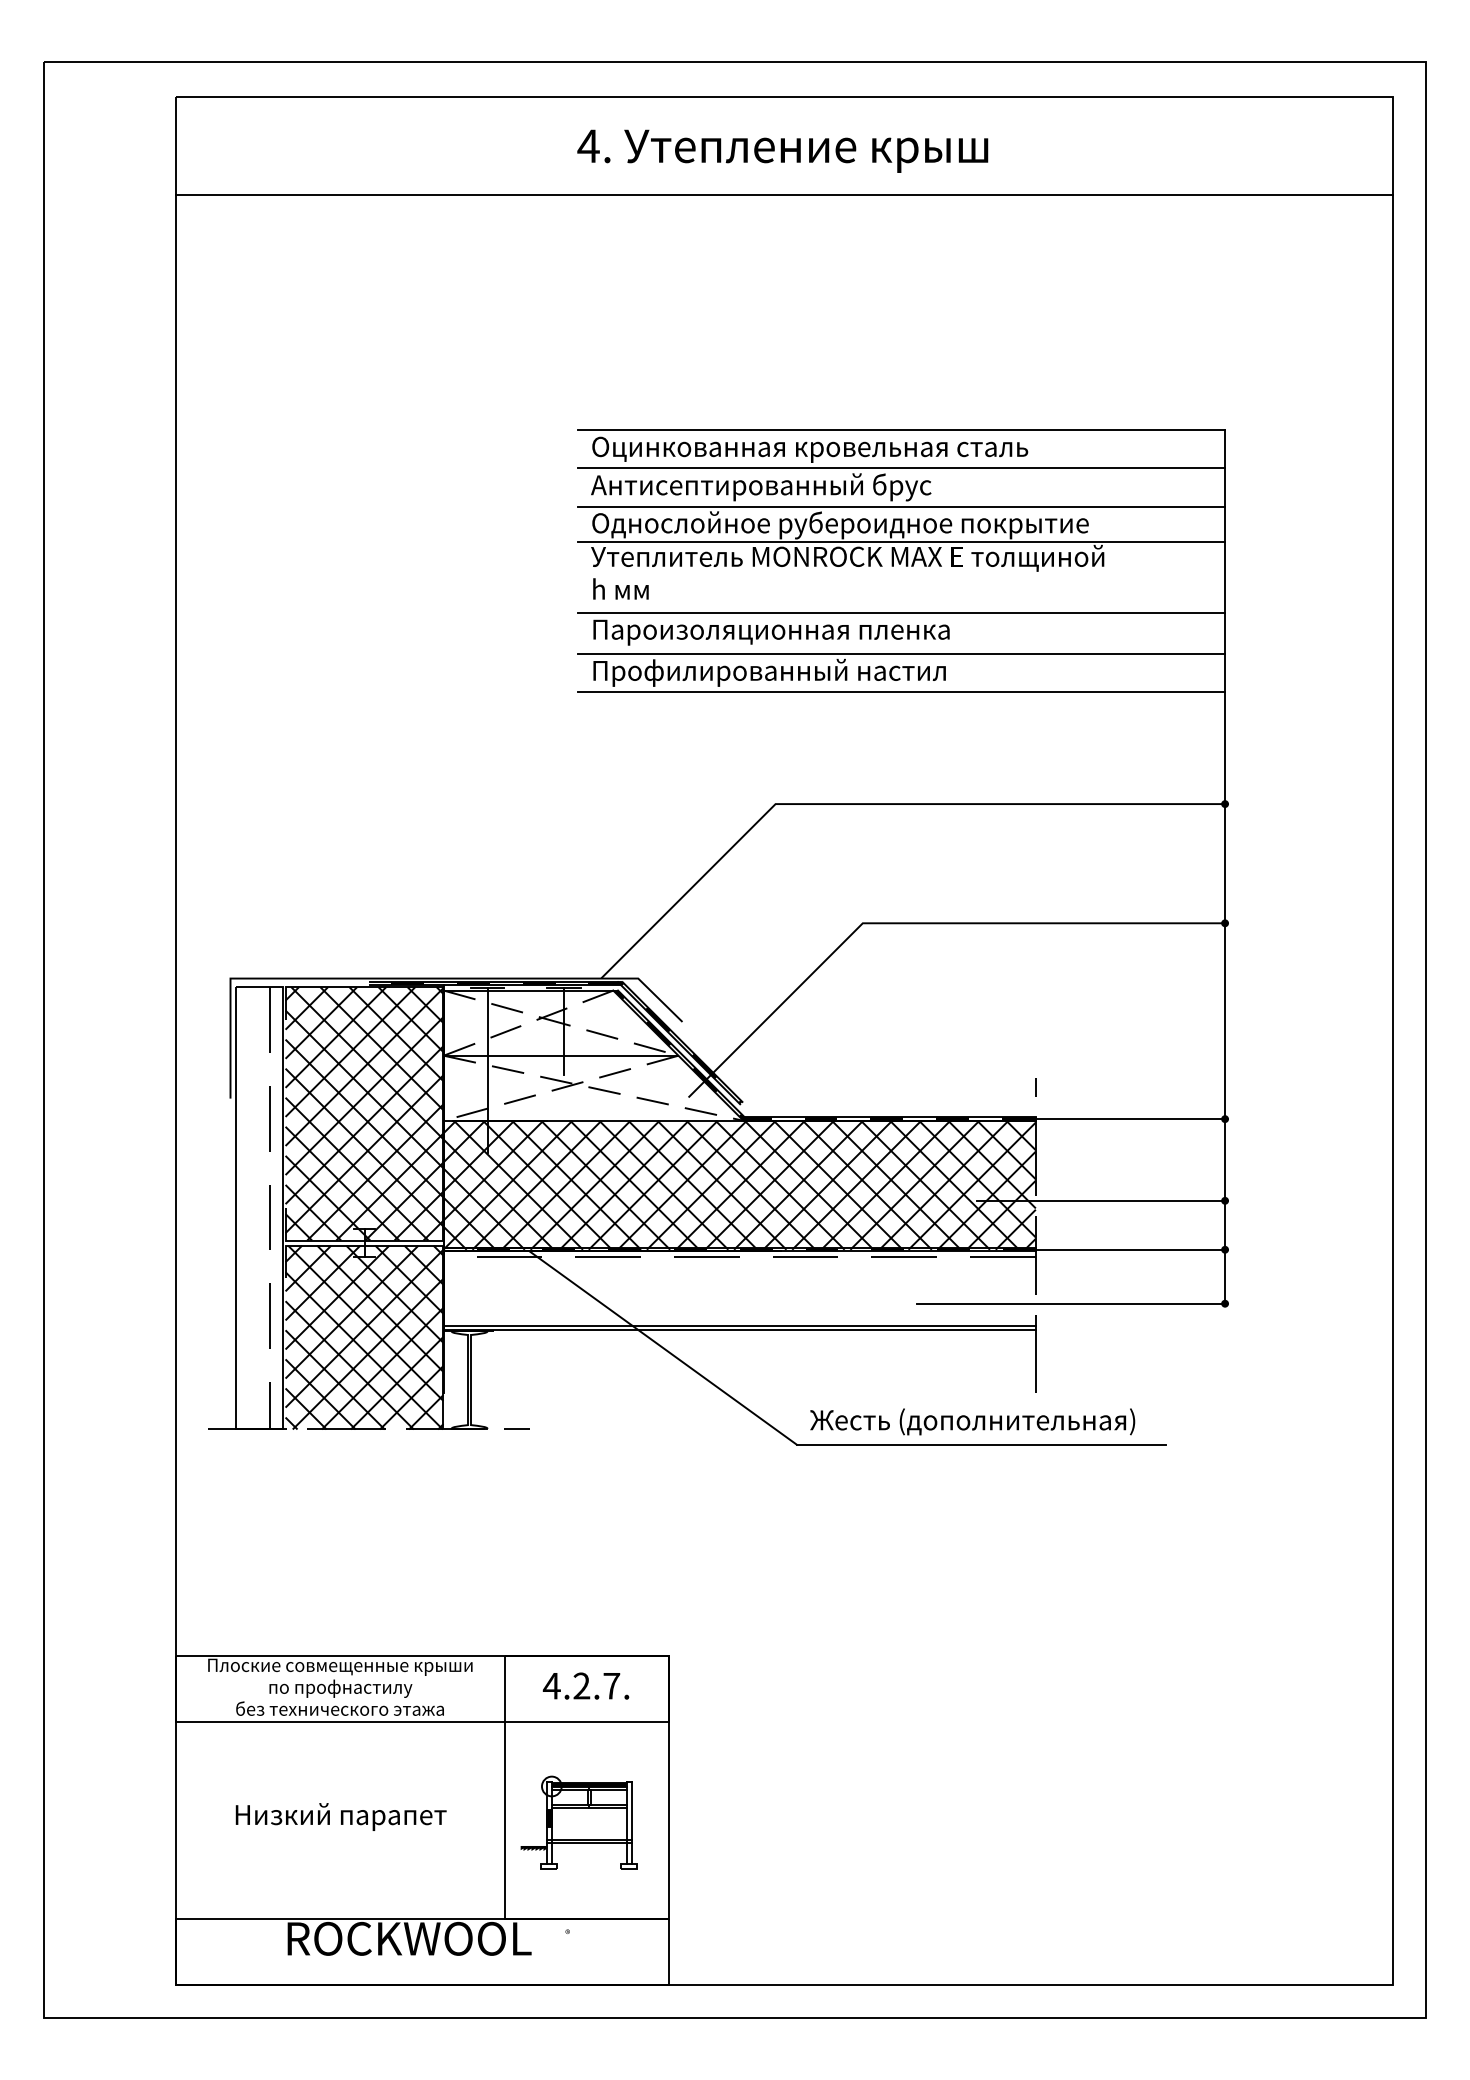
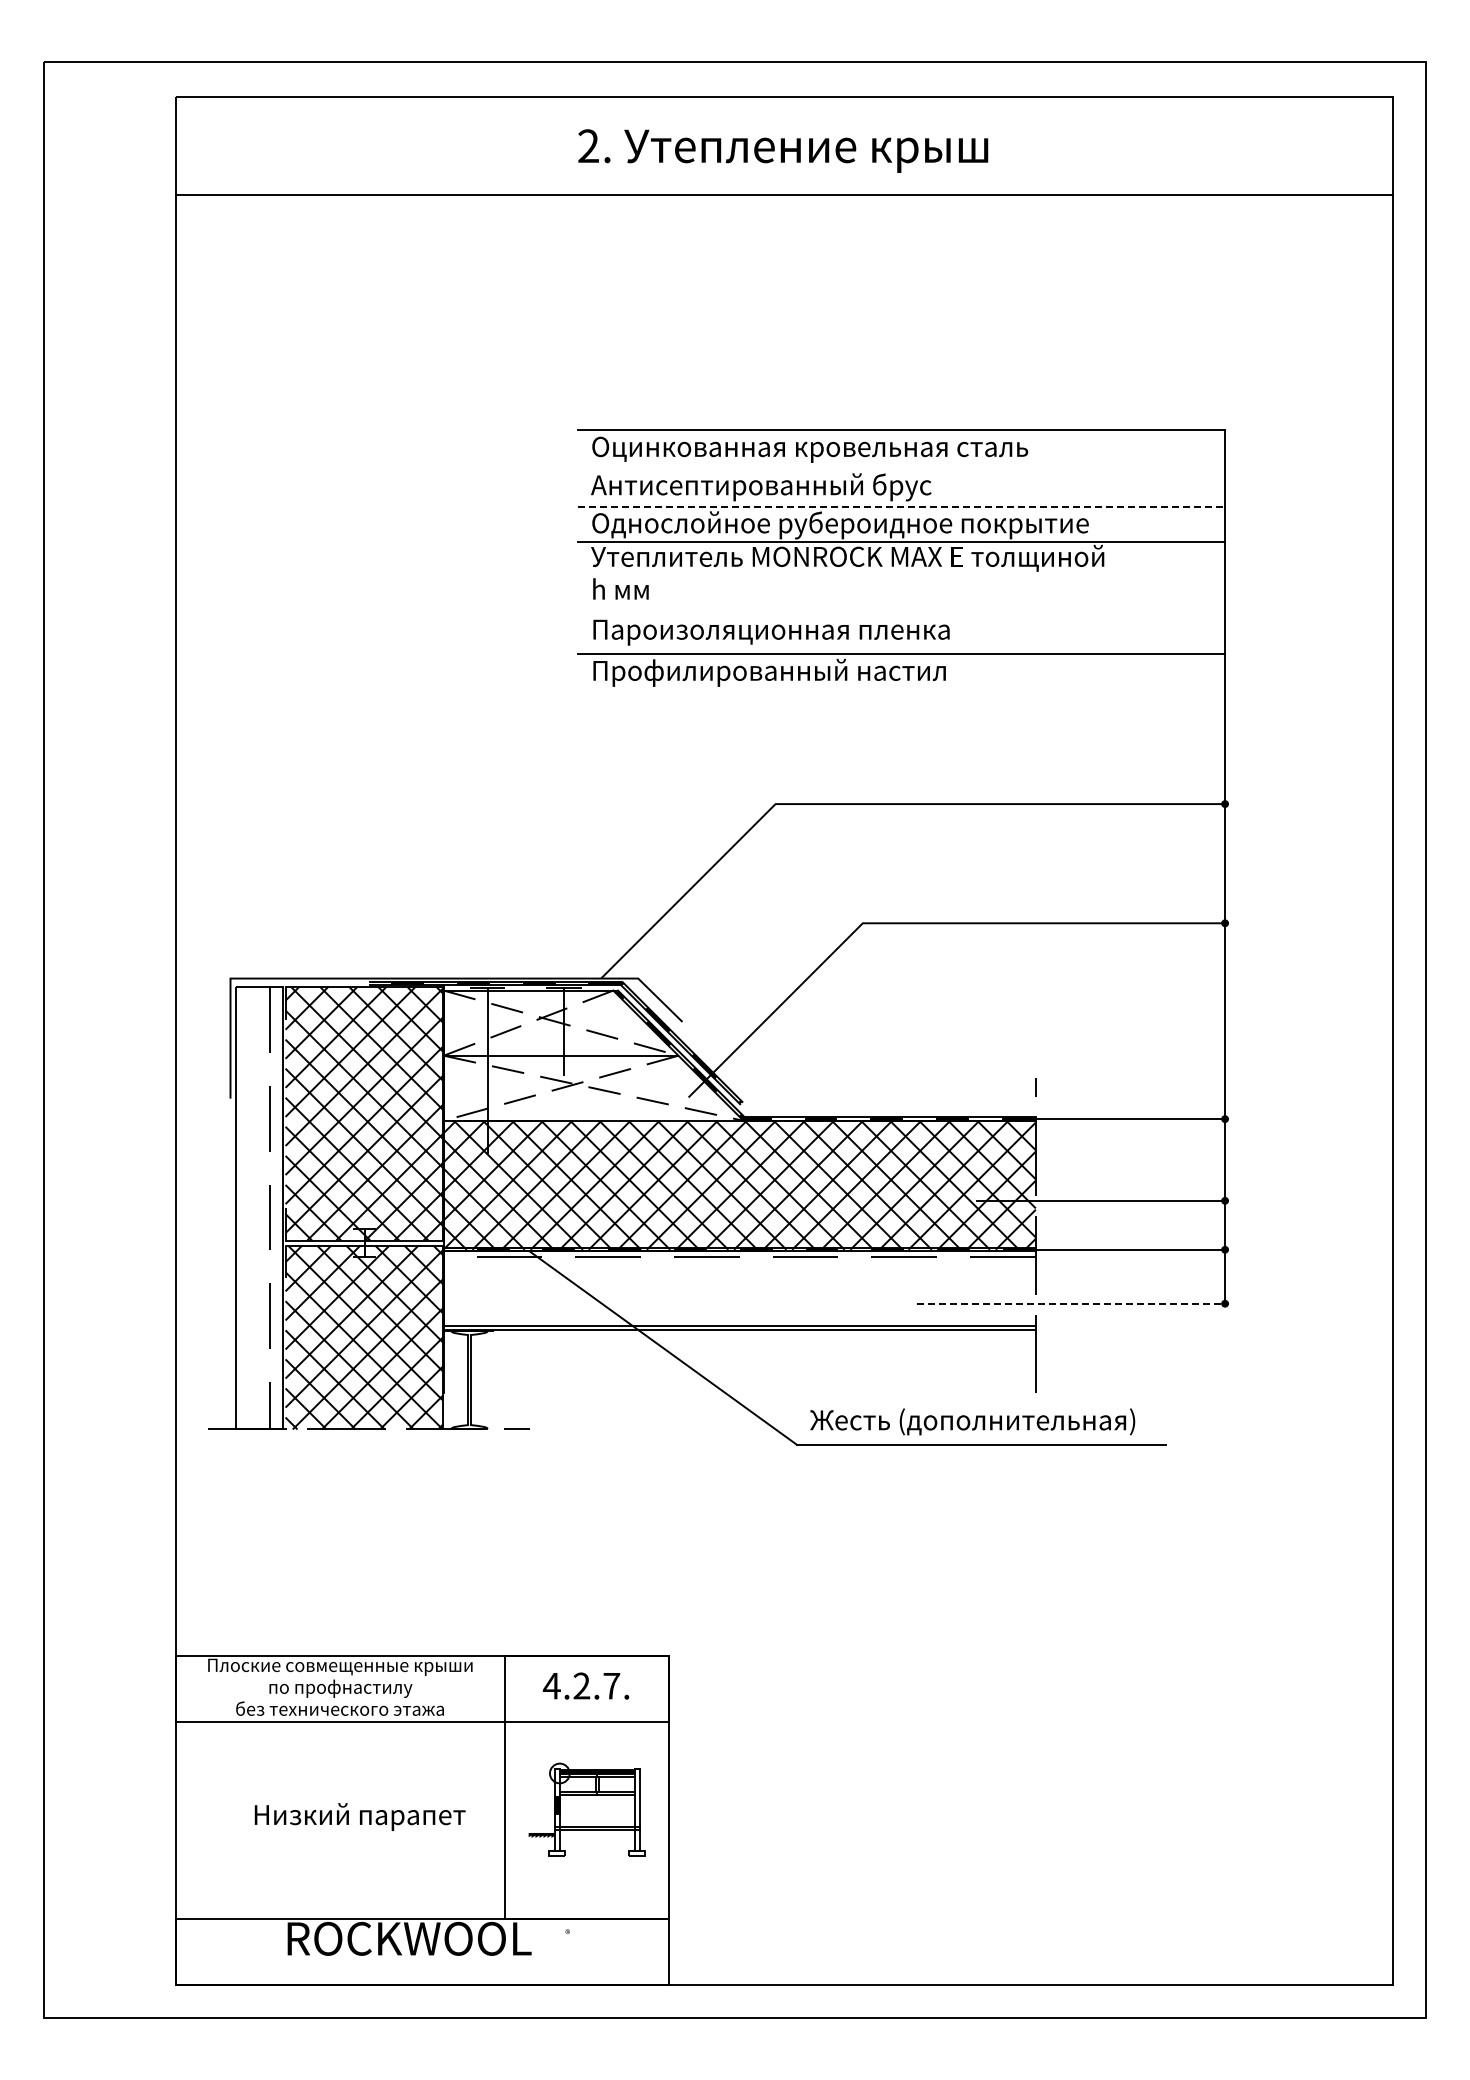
text at (588, 145): 4. -> 2.
line at (901, 468): present -> none
line at (901, 507): solid -> dashed
line at (901, 613): present -> none
line at (901, 691): present -> none
line at (1071, 1303): solid -> dashed
text at (340, 1816) position: (340, 1816) -> (359, 1816)
part at (578, 1822) position: (578, 1822) -> (586, 1809)
